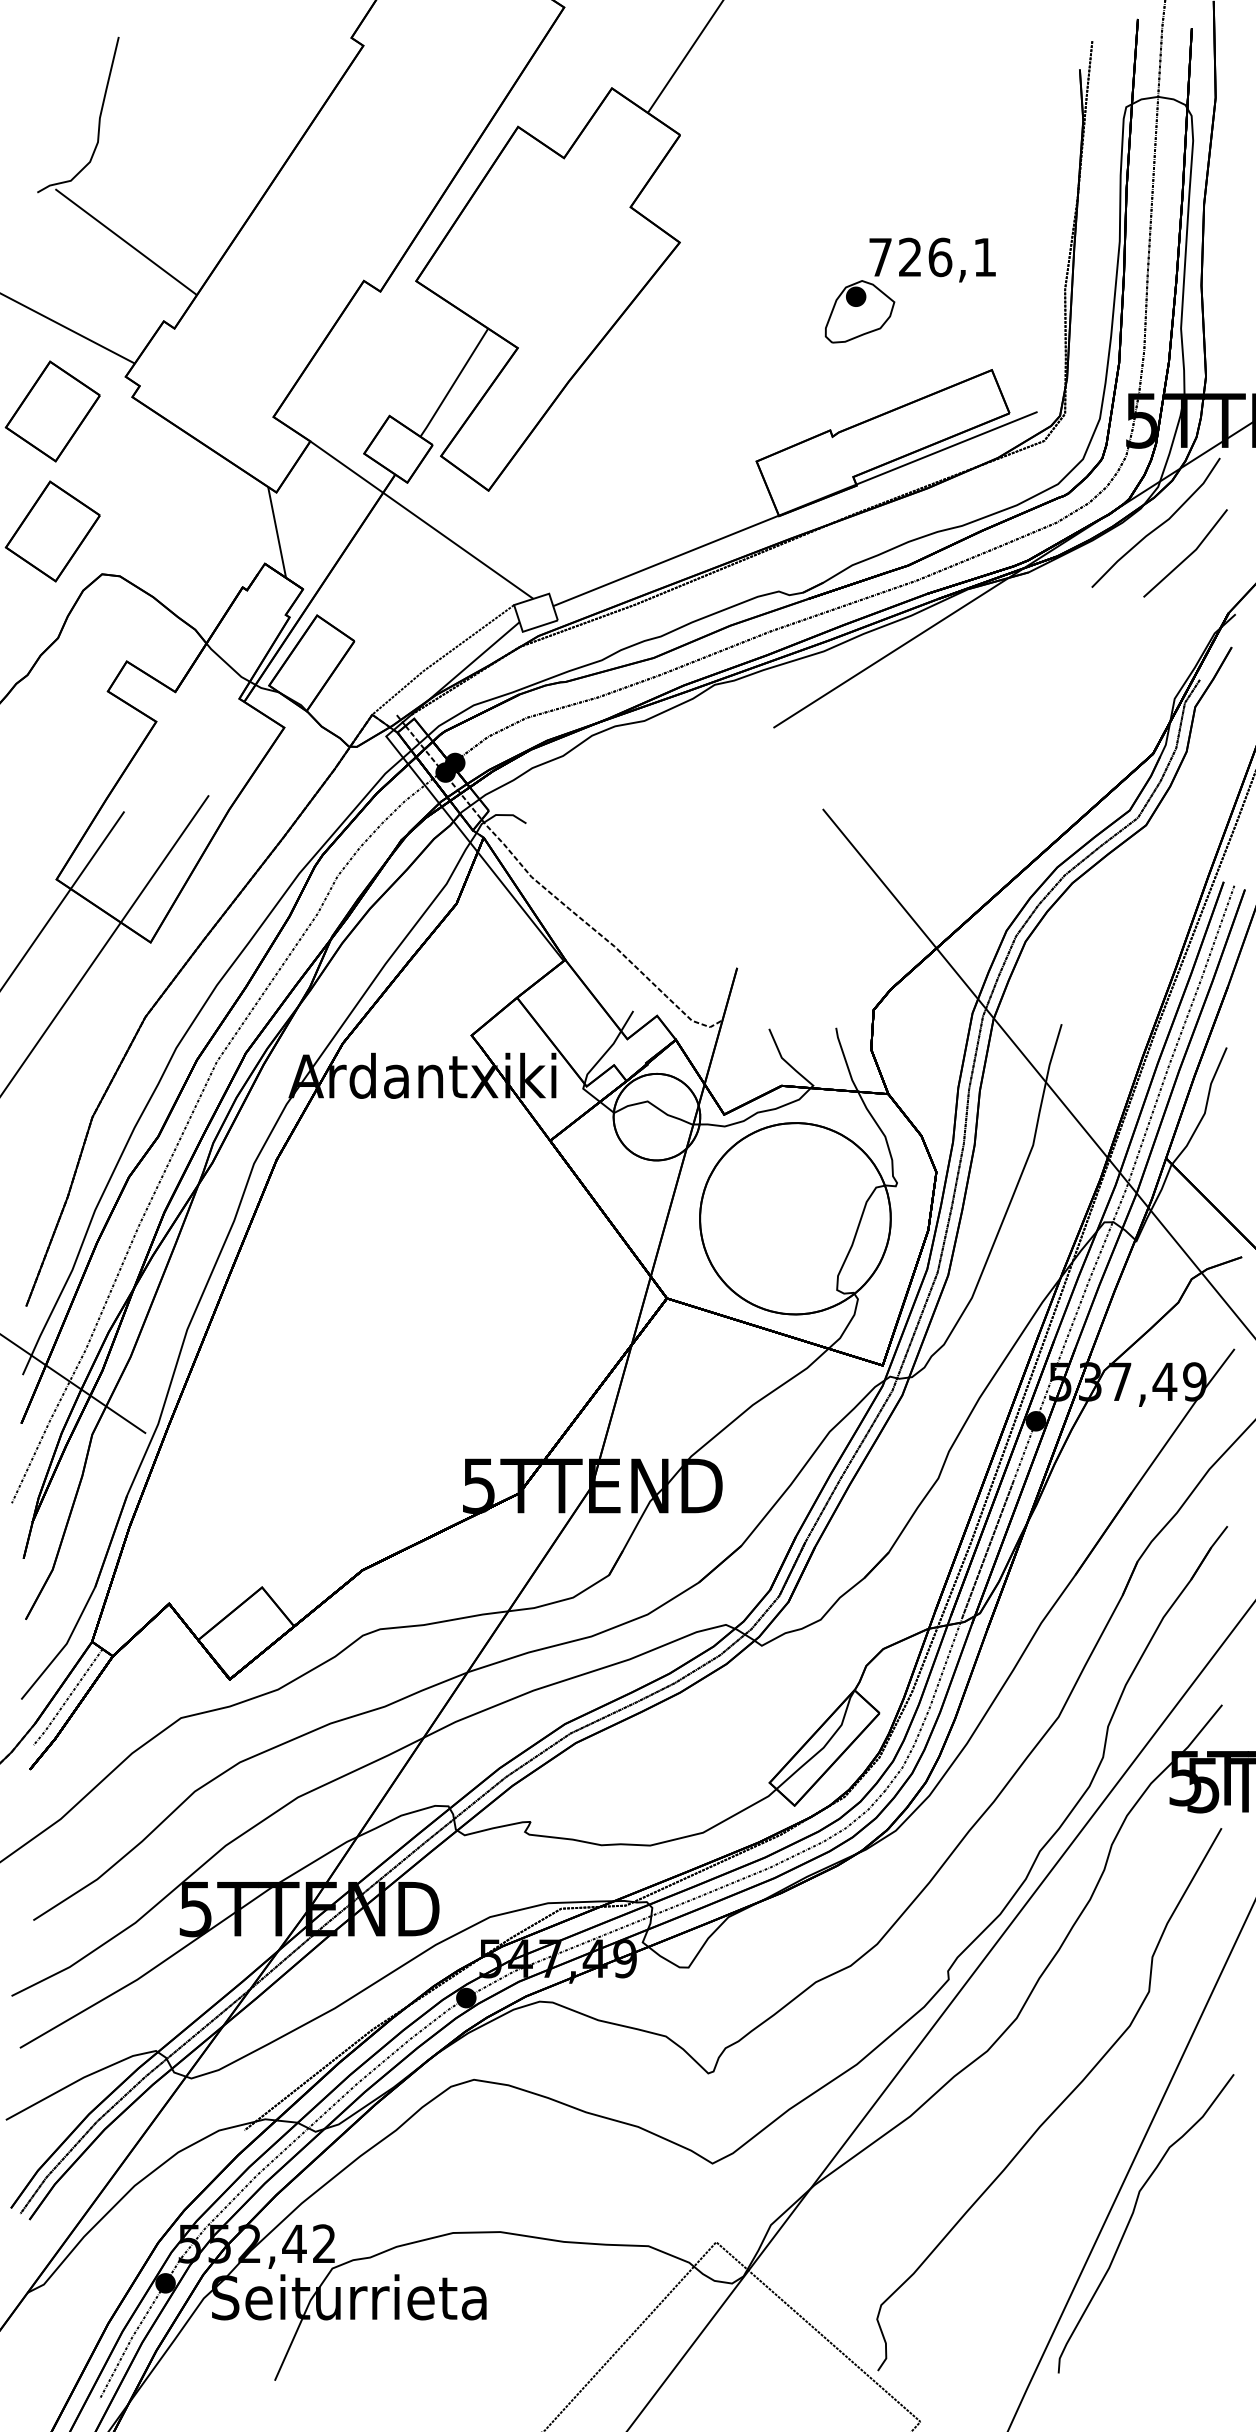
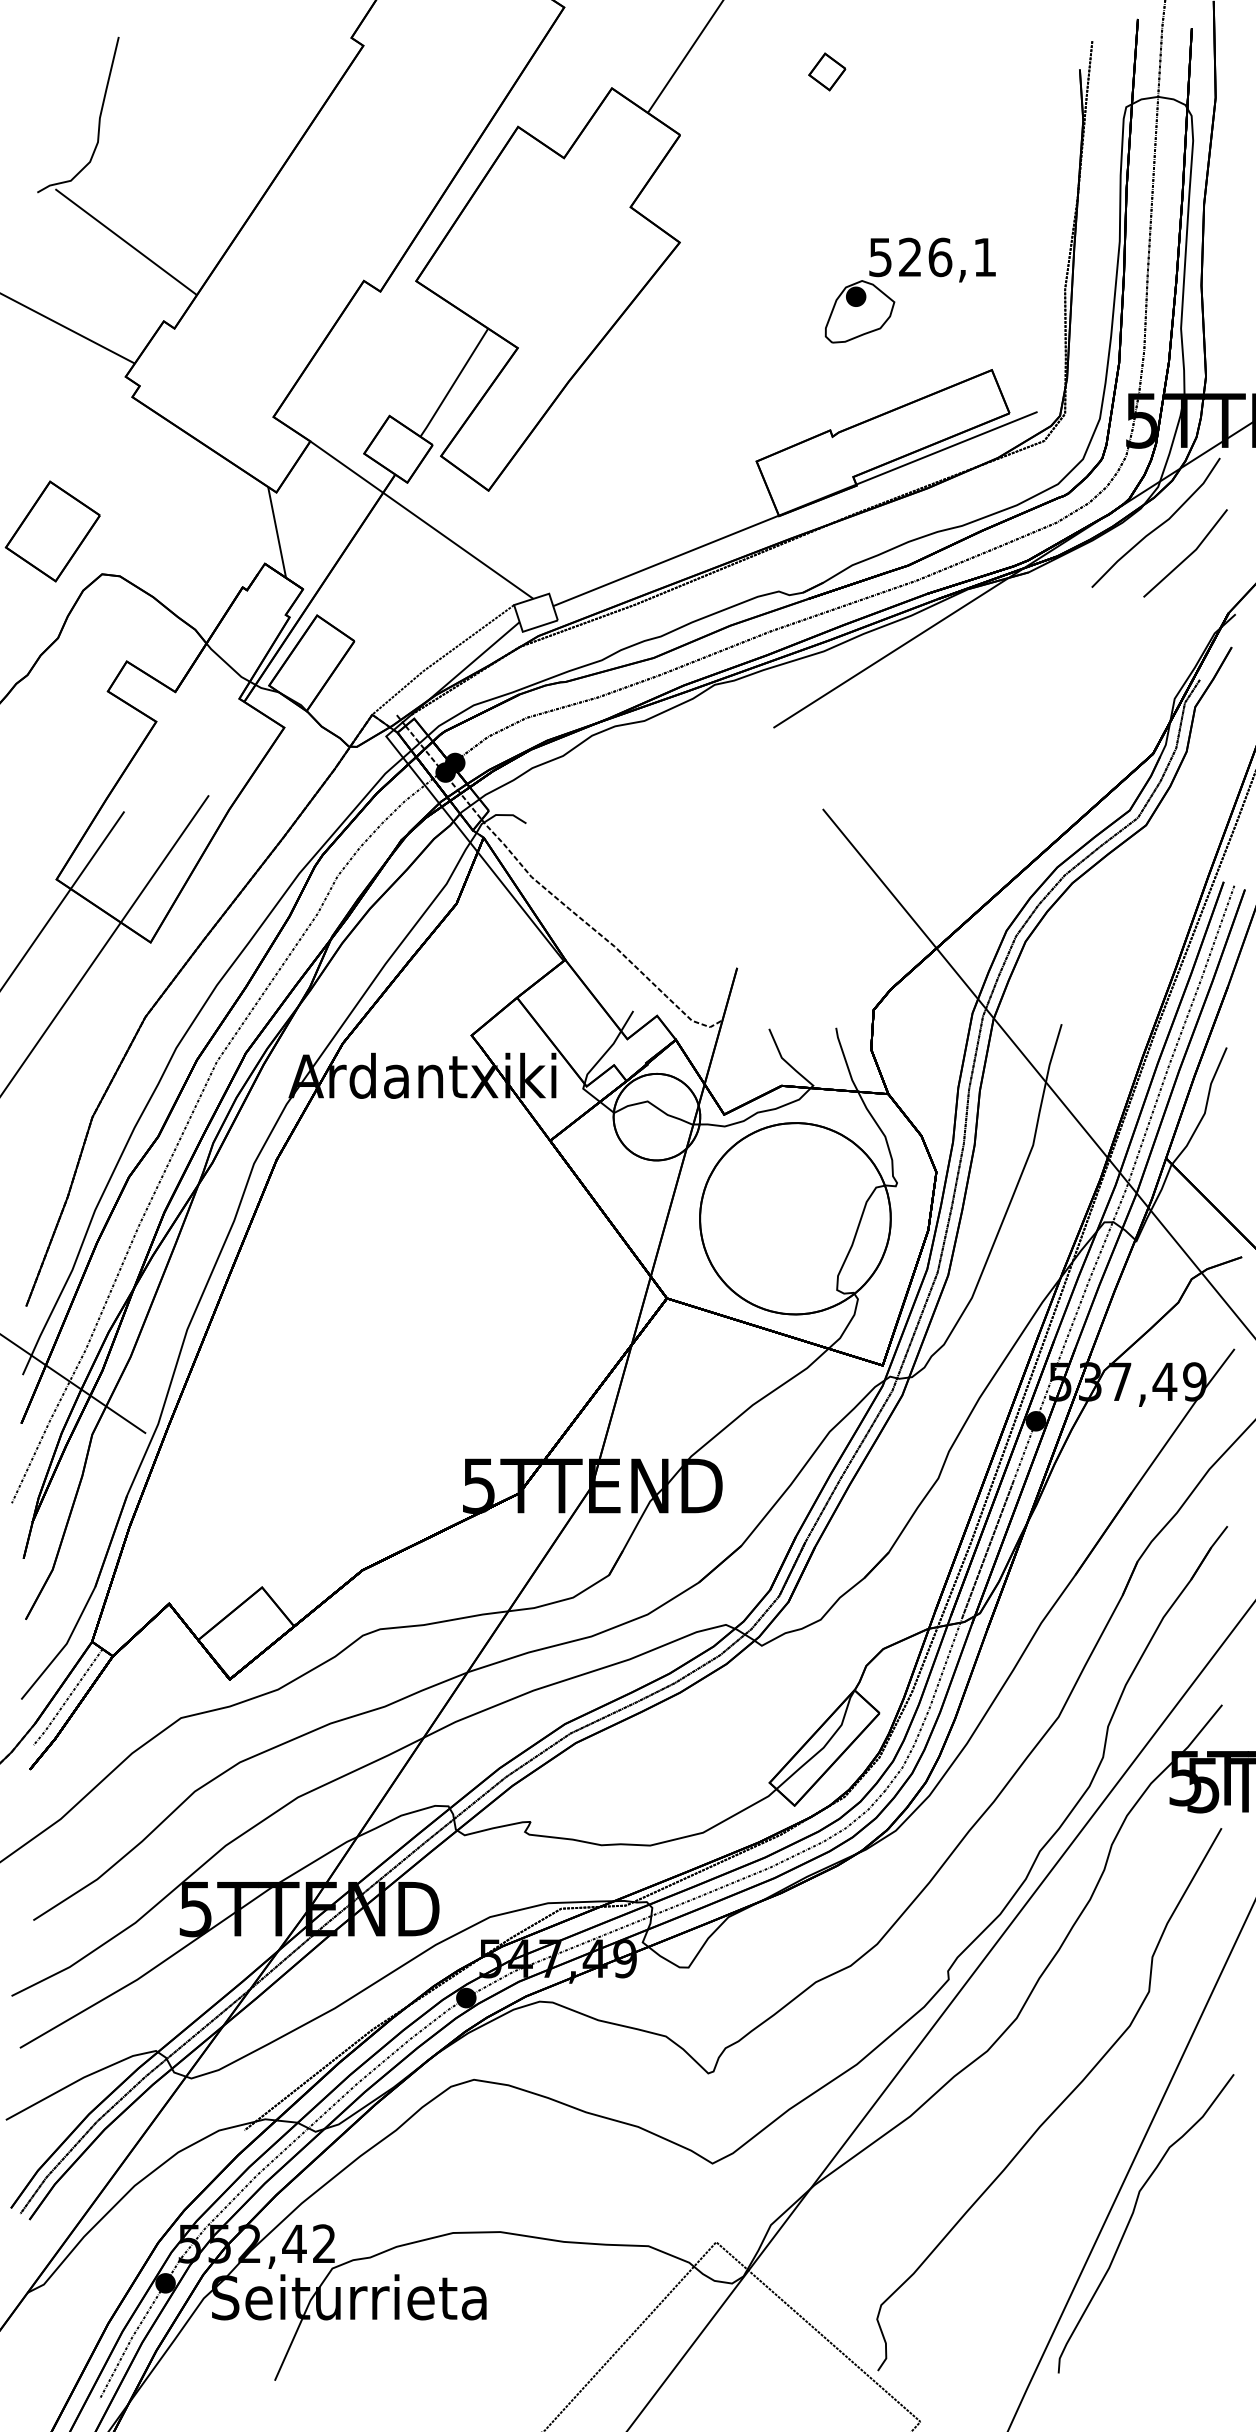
part at (827, 71): none -> present
text at (880, 257): 726,1 -> 526,1
part at (52, 411): present -> none
